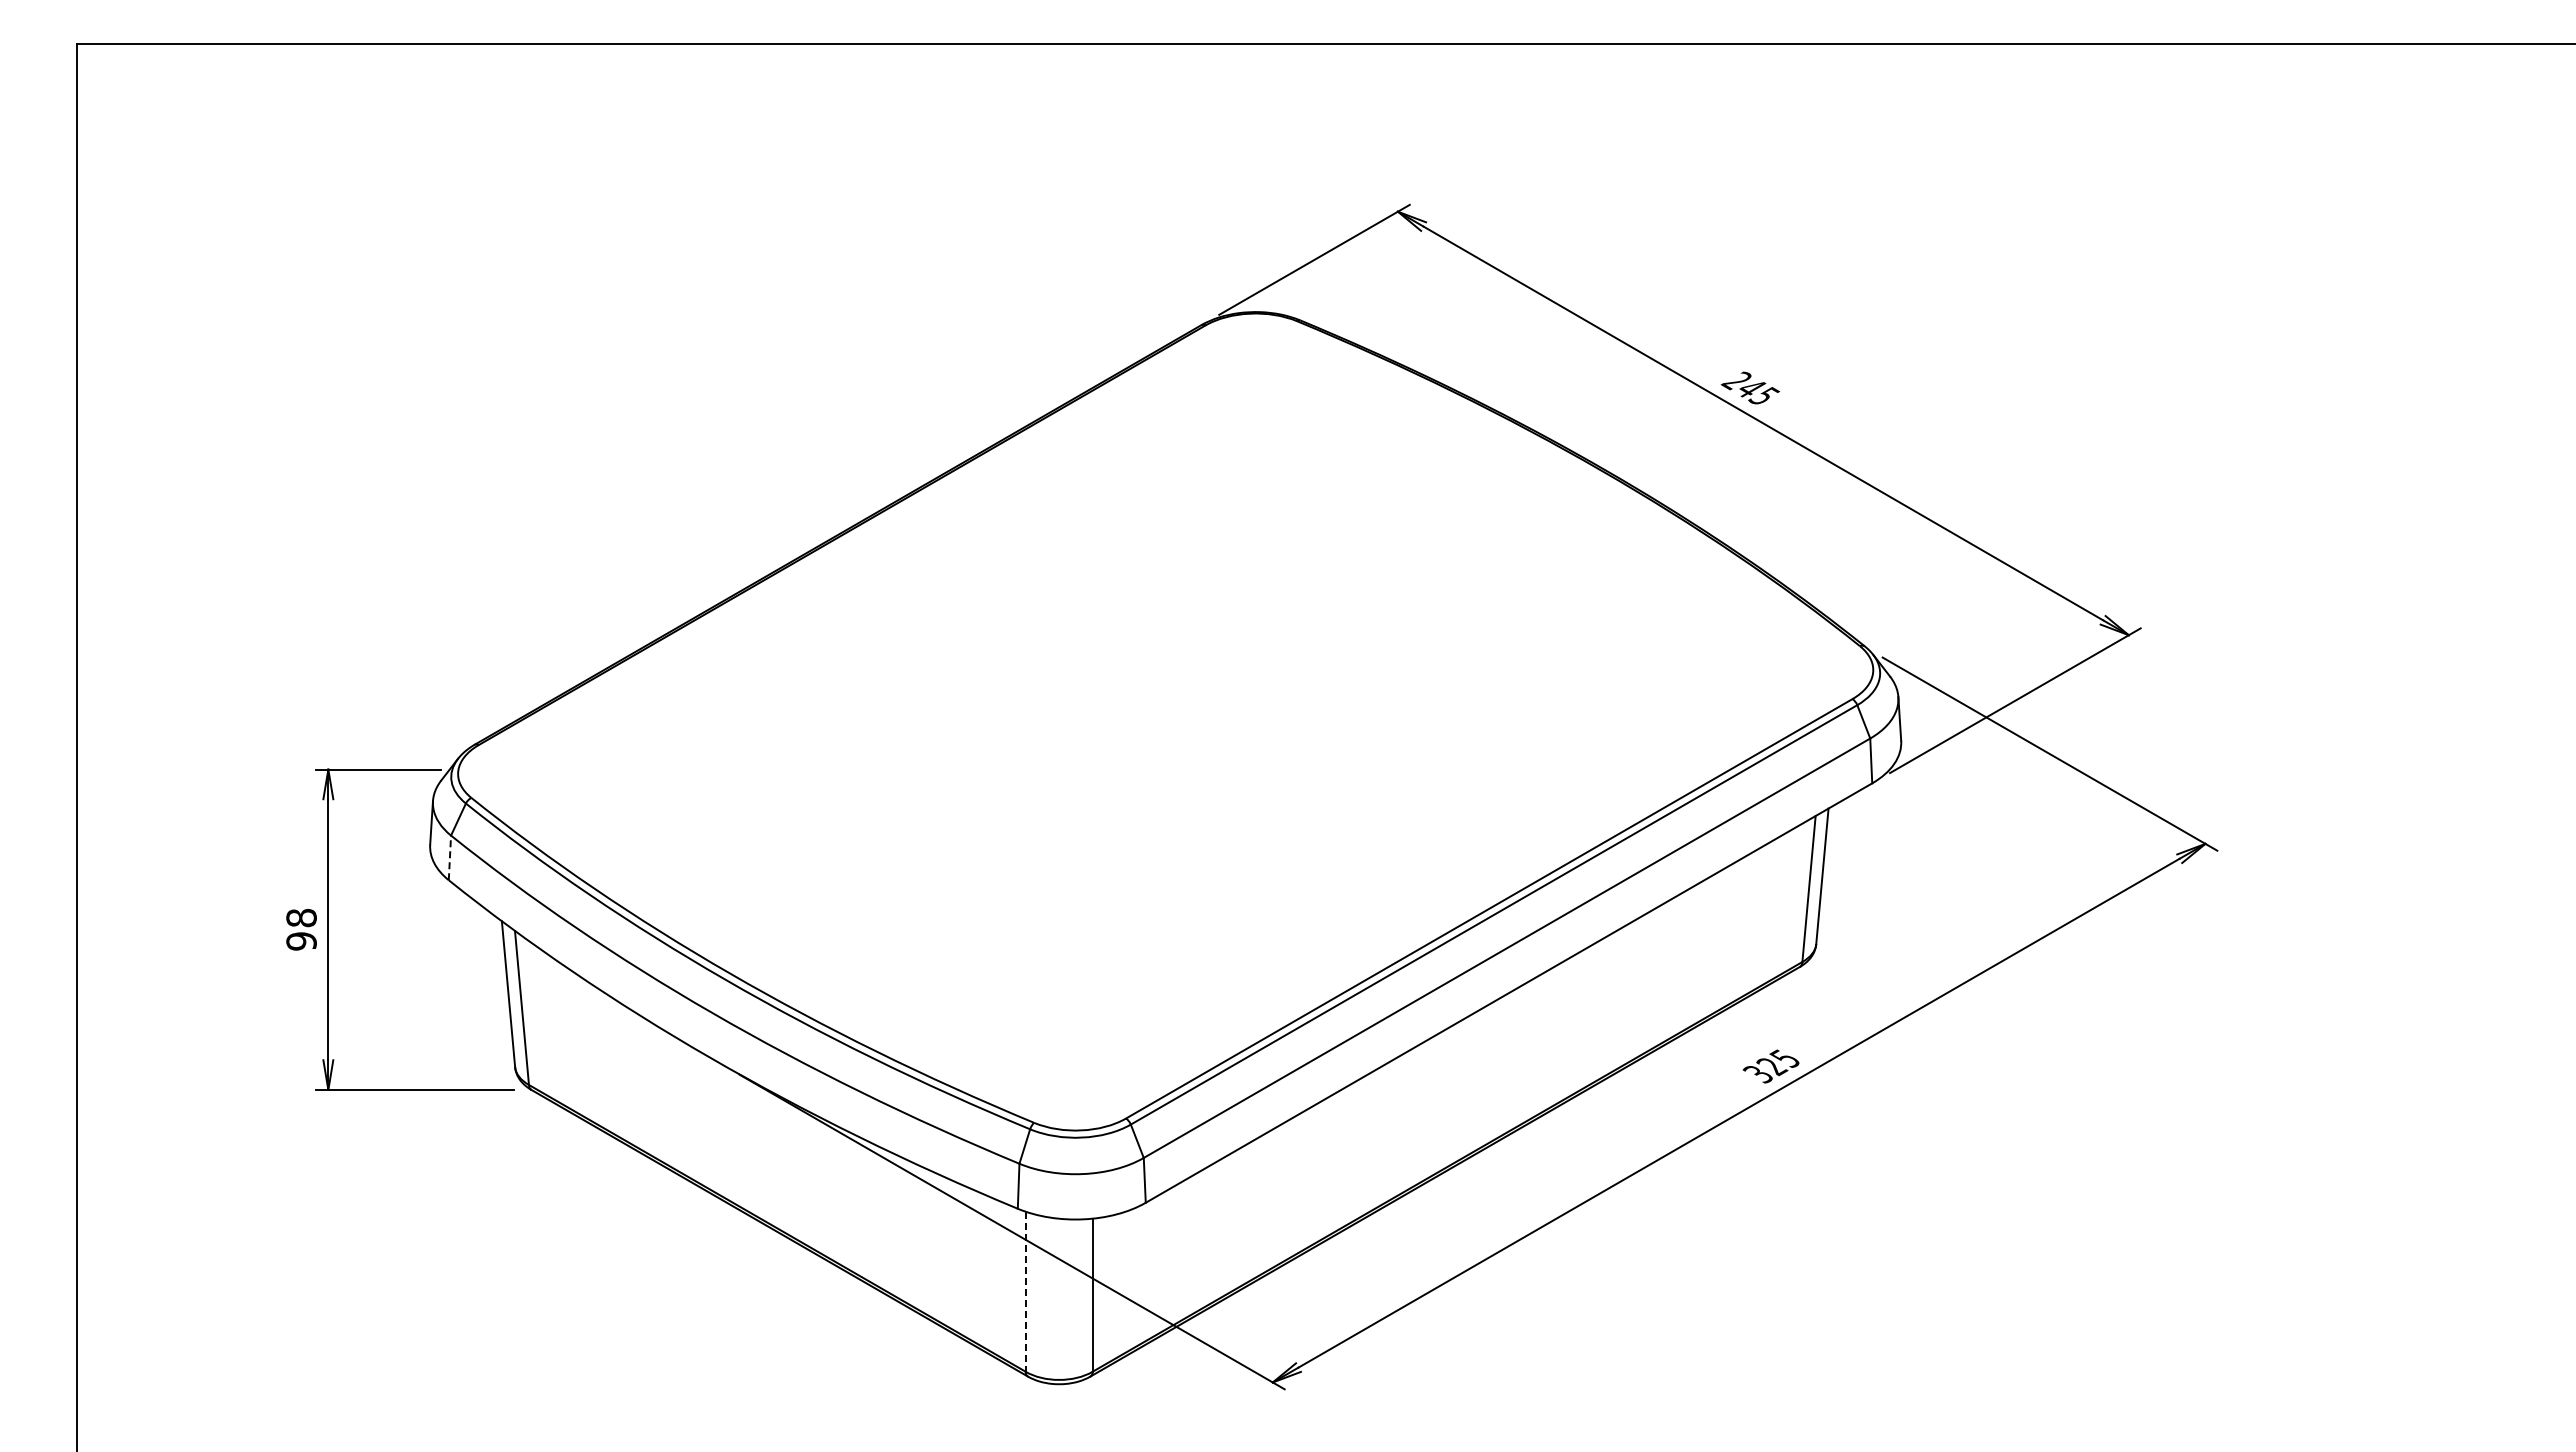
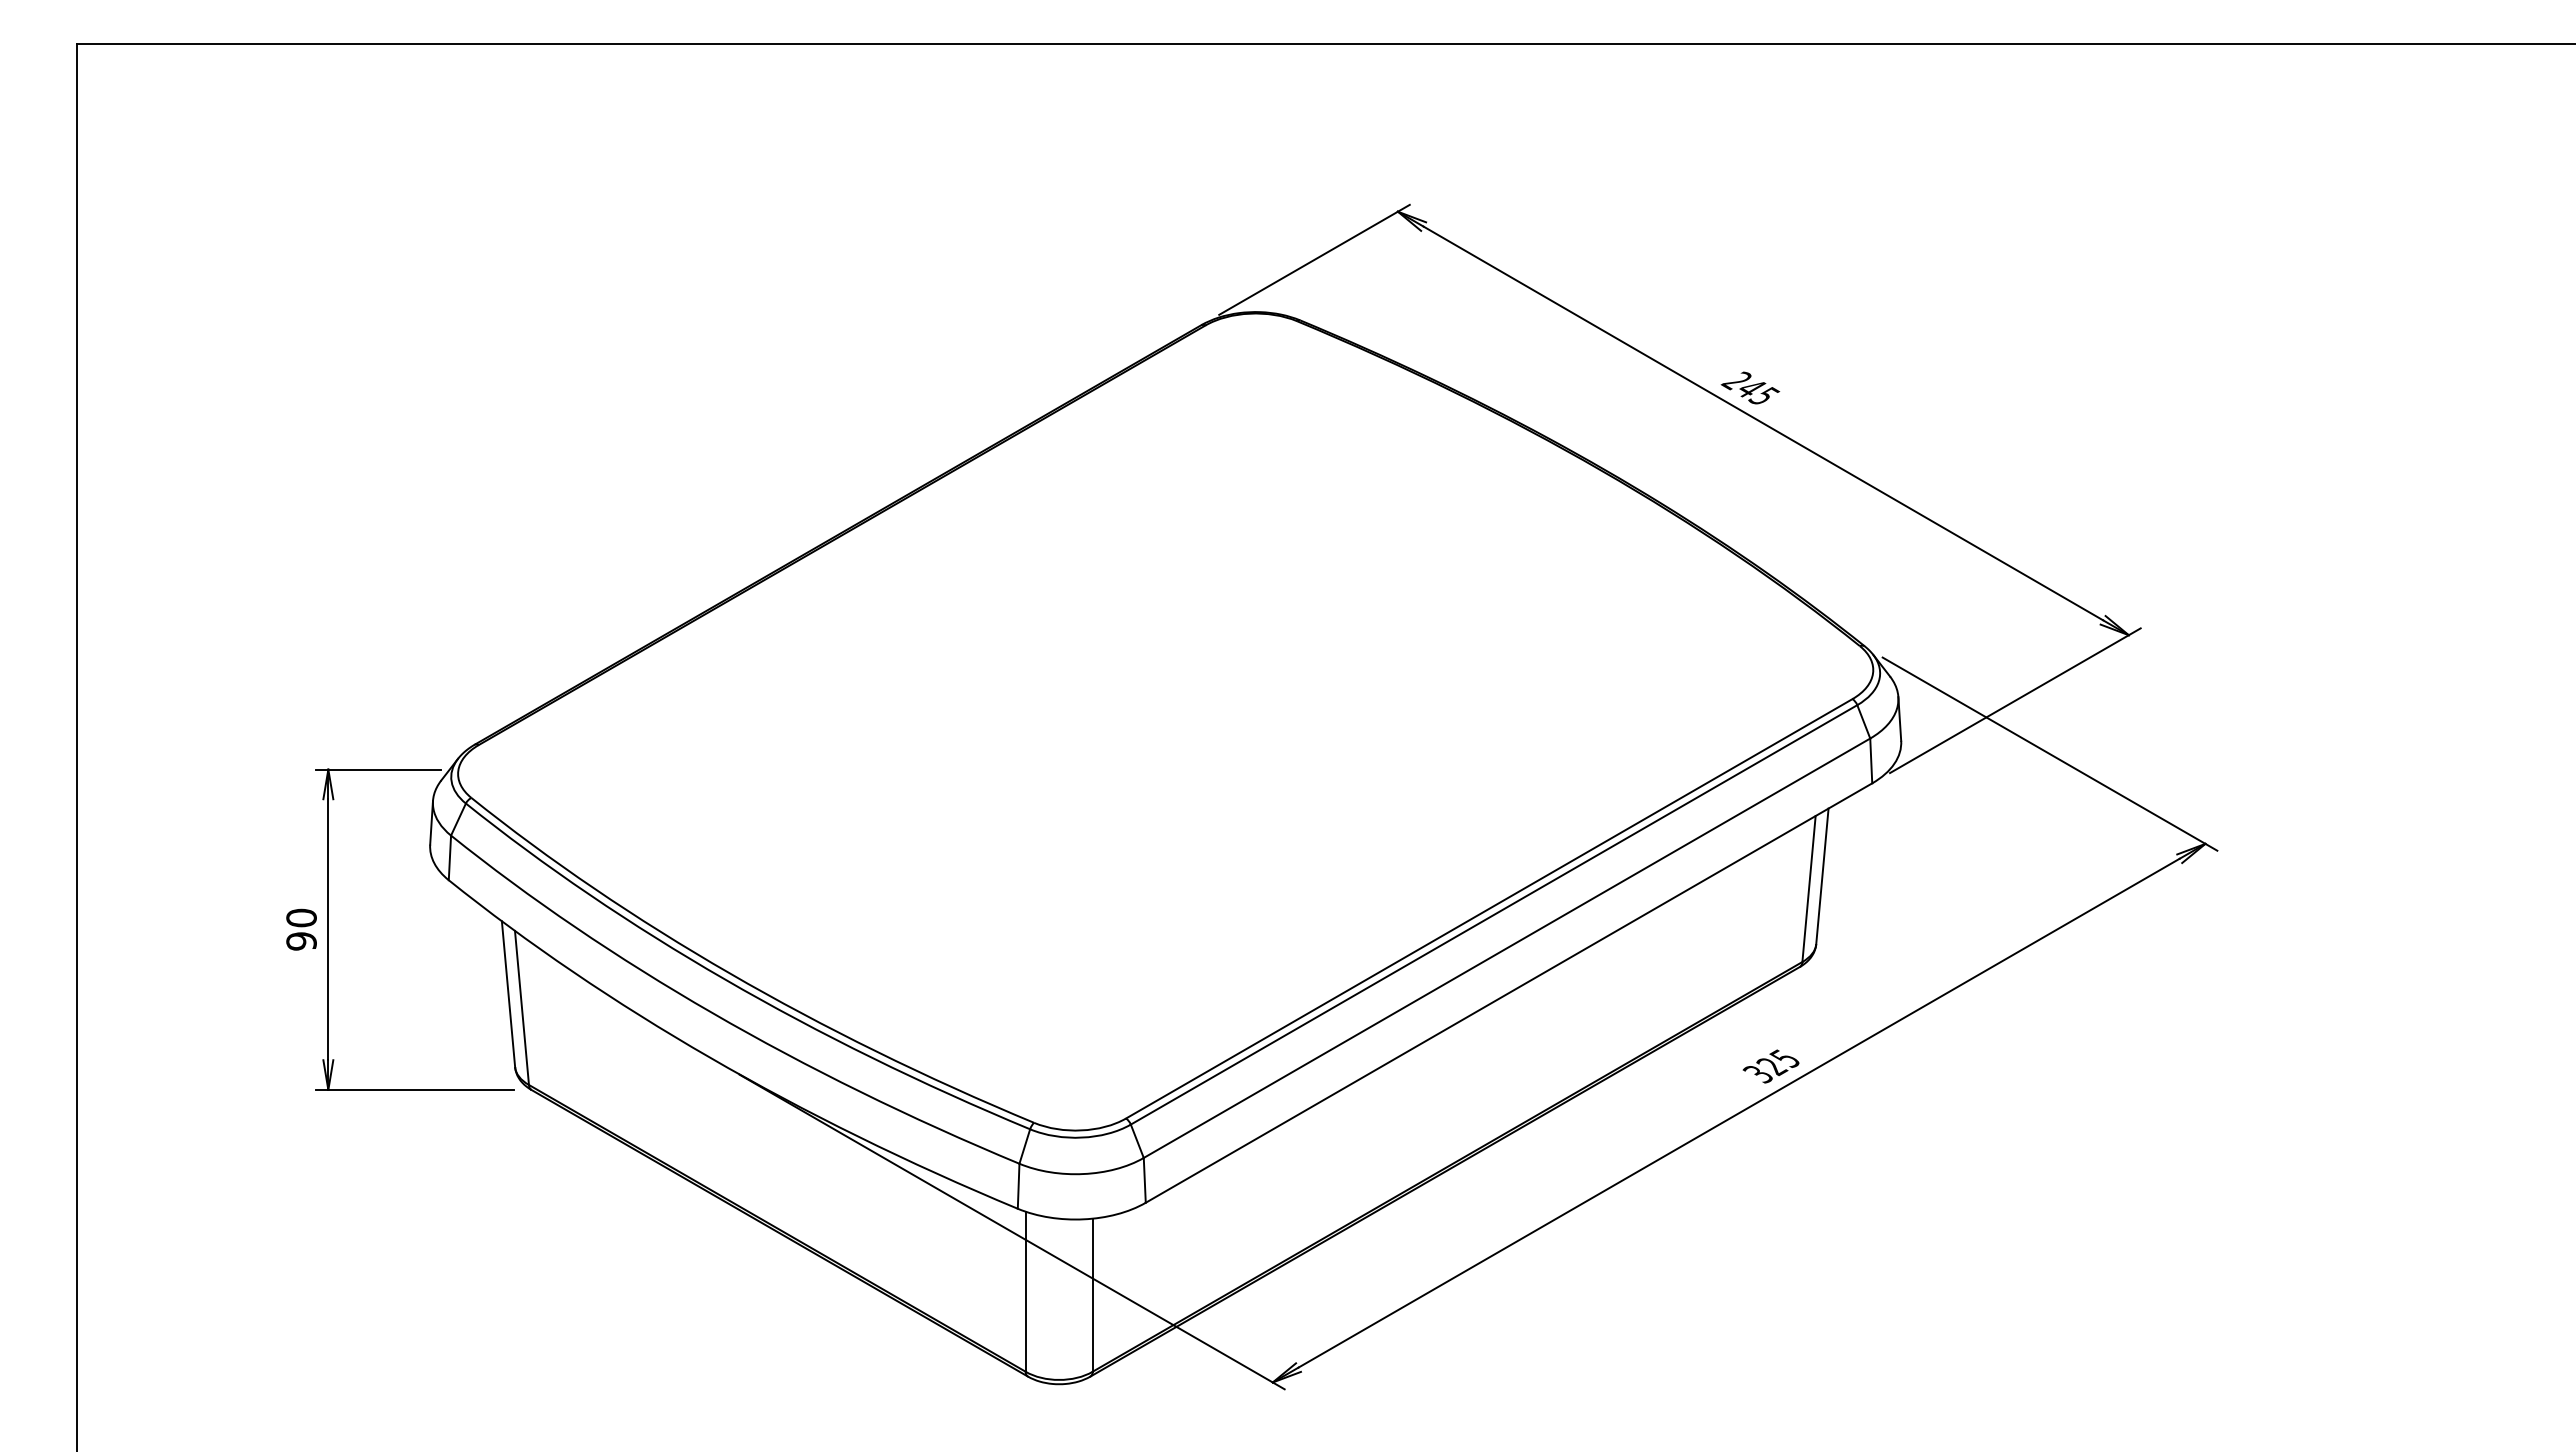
line at (449, 857): dashed -> solid
text at (301, 917): 98 -> 90
line at (1025, 1292): dashed -> solid
